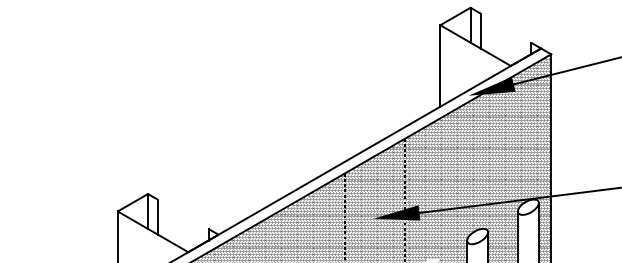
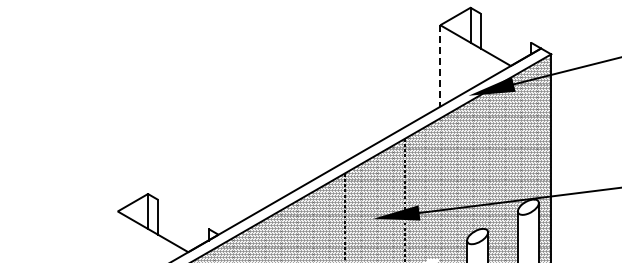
line at (440, 65): solid -> dashed
line at (117, 235): present -> none
